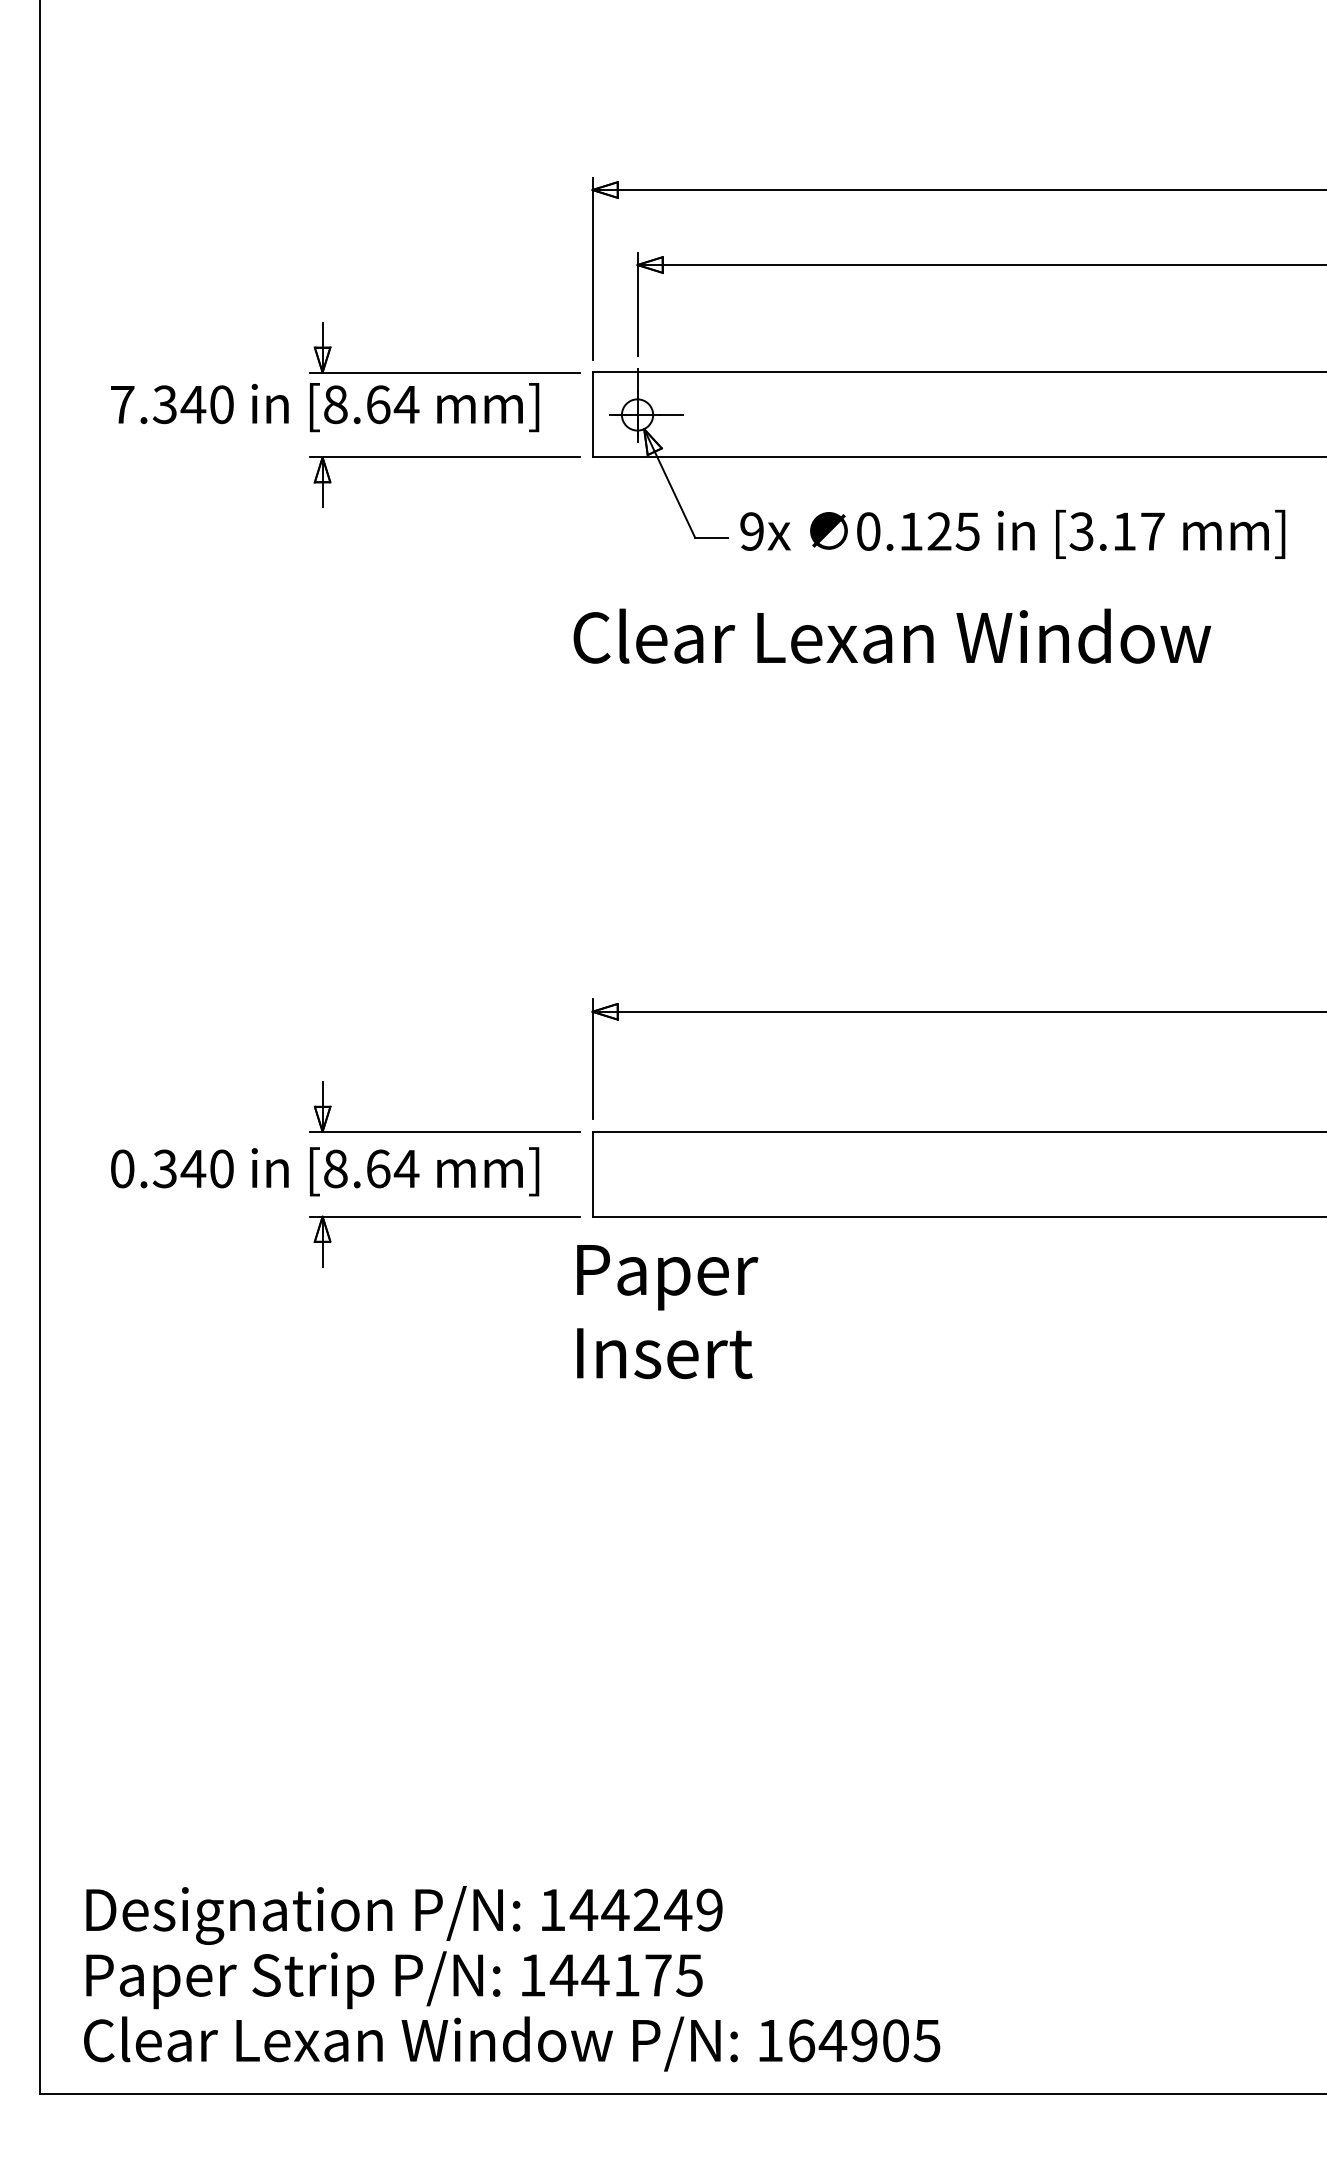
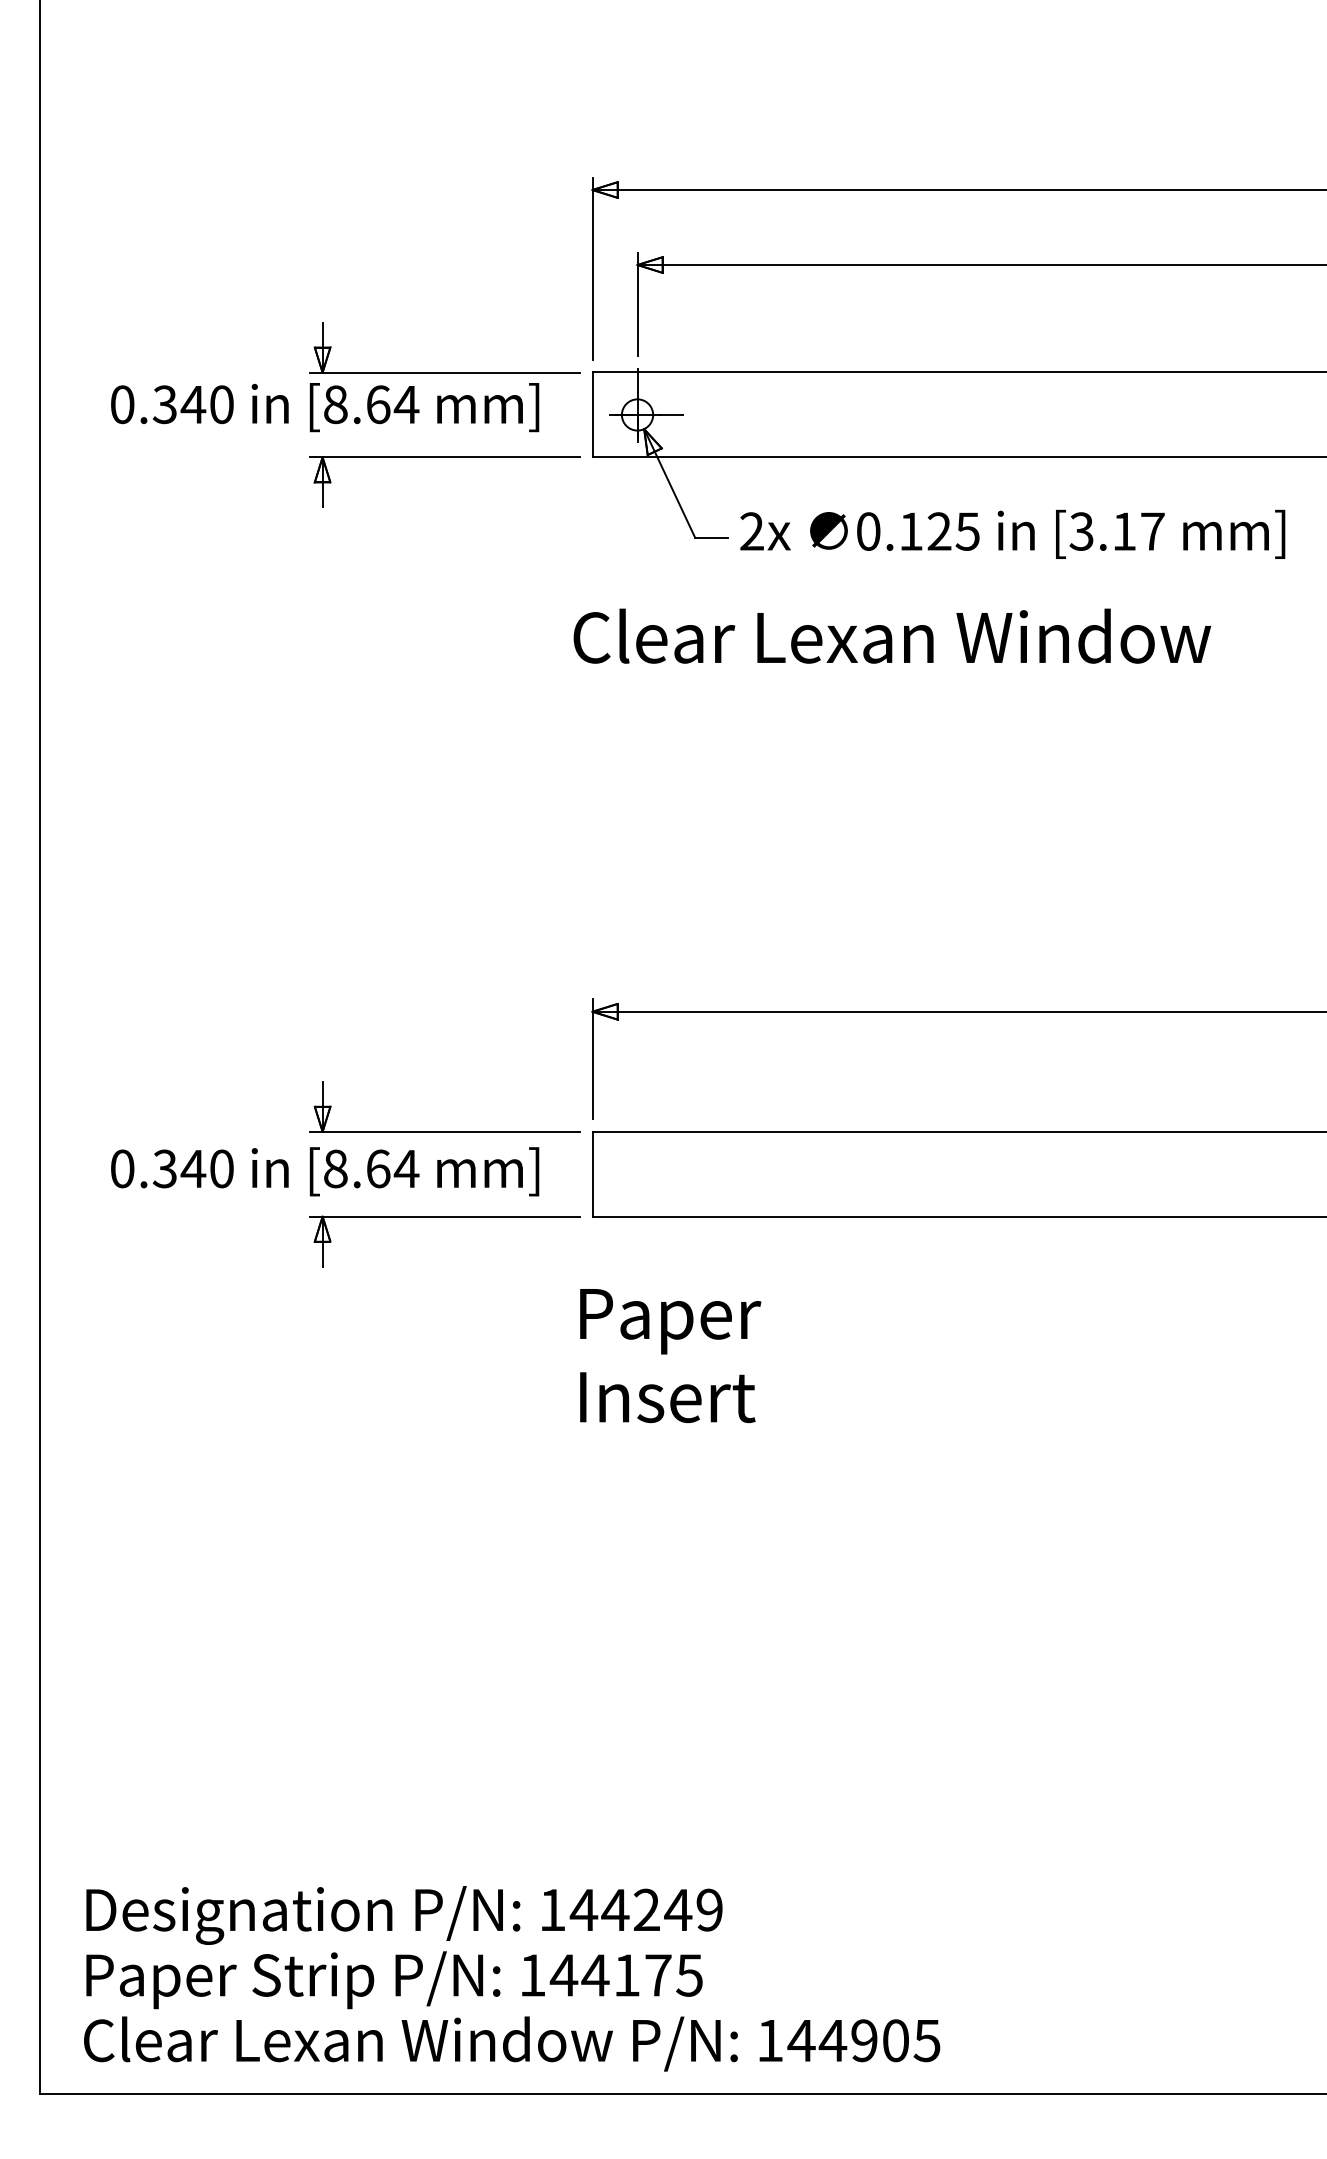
text at (122, 404): 7.340 -> 0.340
text at (751, 531): 9x -> 2x
text at (667, 1312) position: (667, 1312) -> (670, 1356)
text at (801, 2040): 164905 -> 144905
